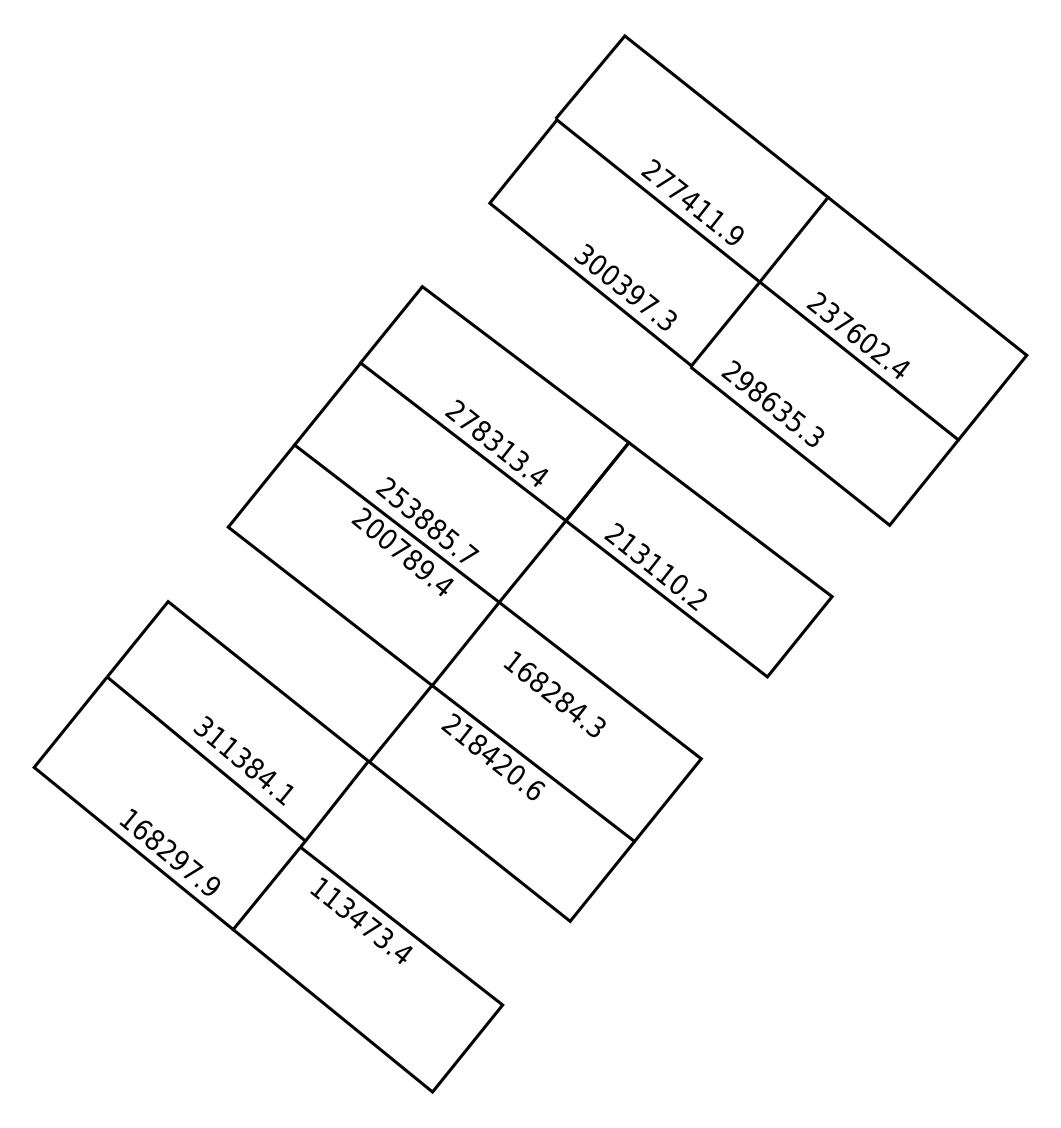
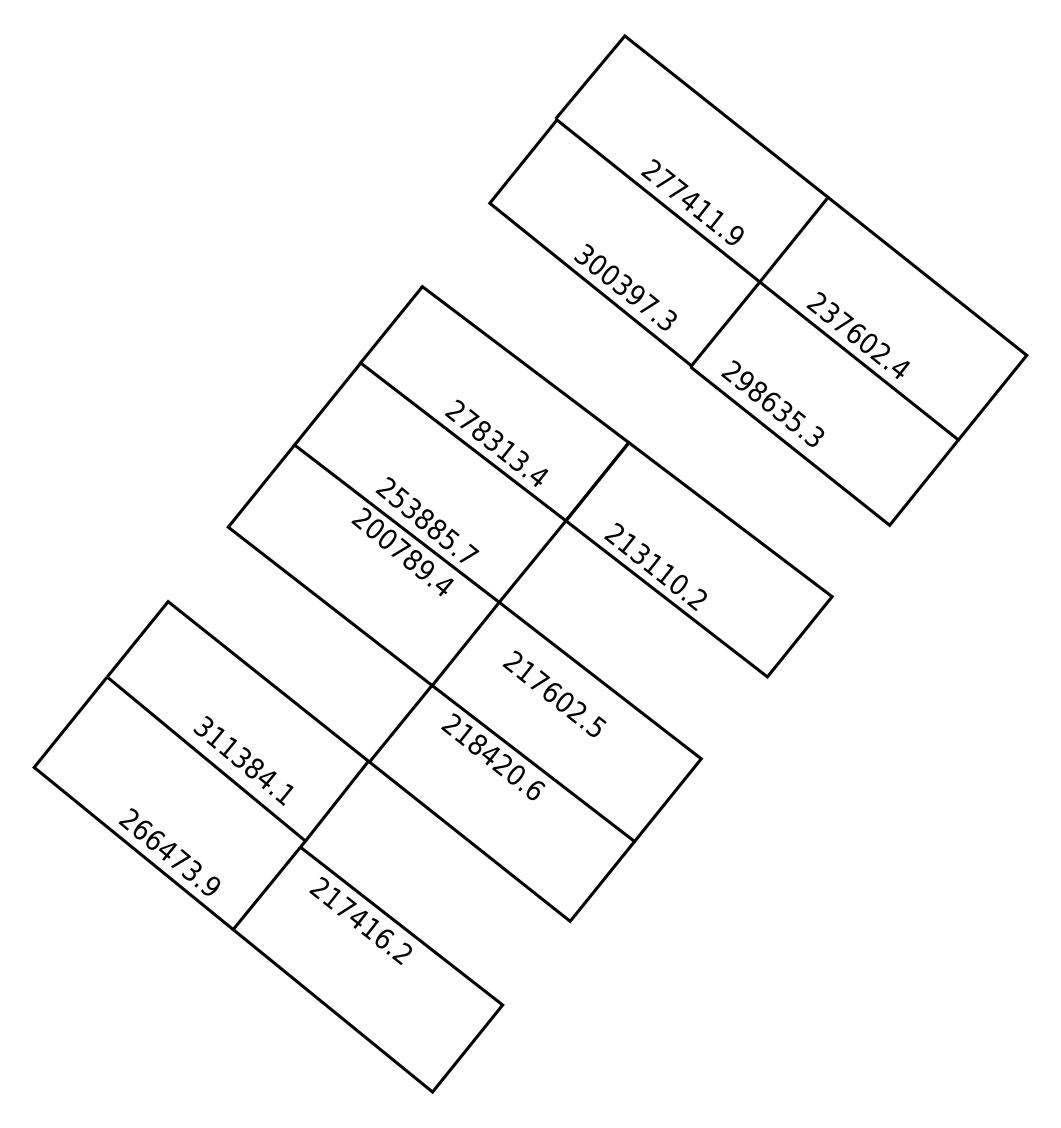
text at (554, 693): 168284.3 -> 217602.5
text at (160, 844): 168297.9 -> 266473.9
text at (360, 920): 113473.4 -> 217416.2
